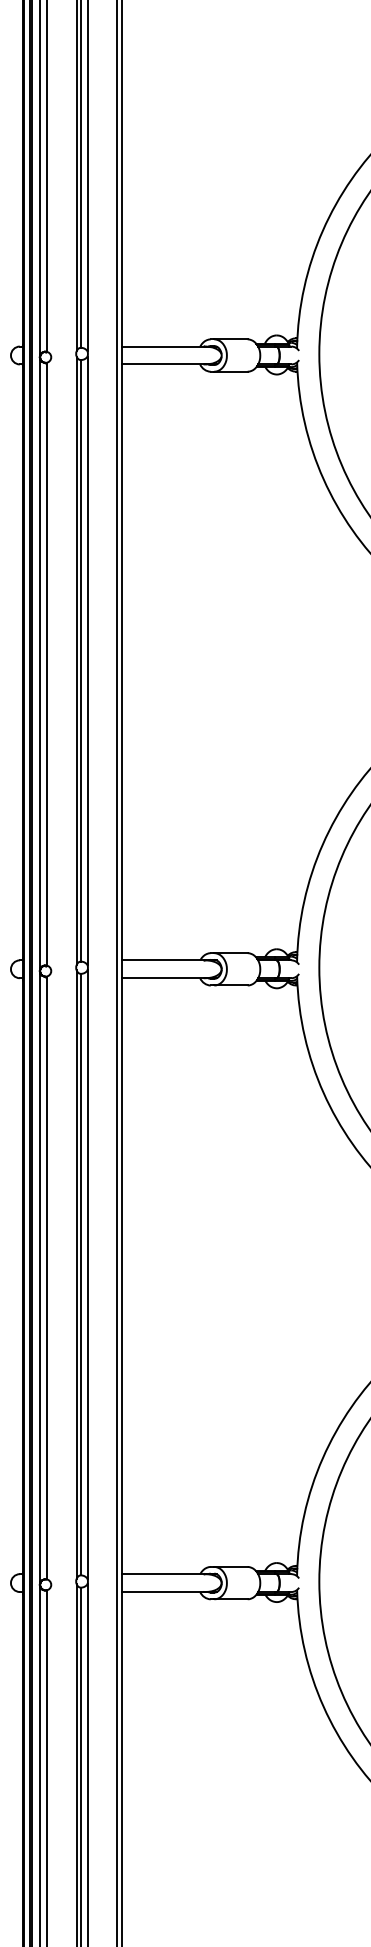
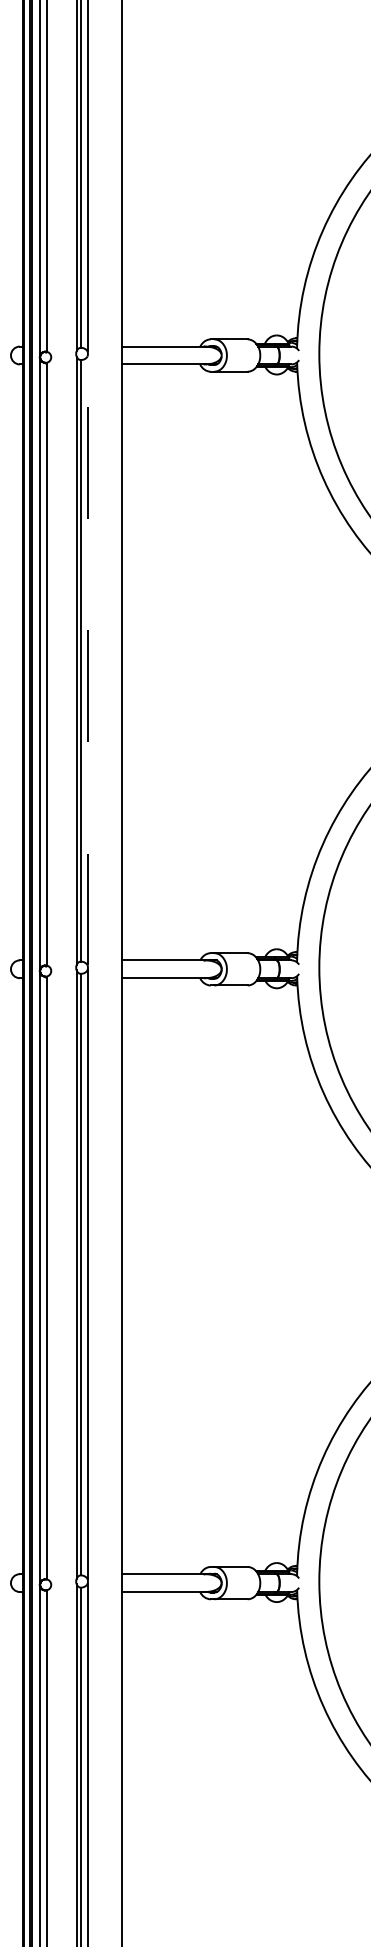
line at (87, 660): solid -> dashed
line at (117, 972): present -> none
